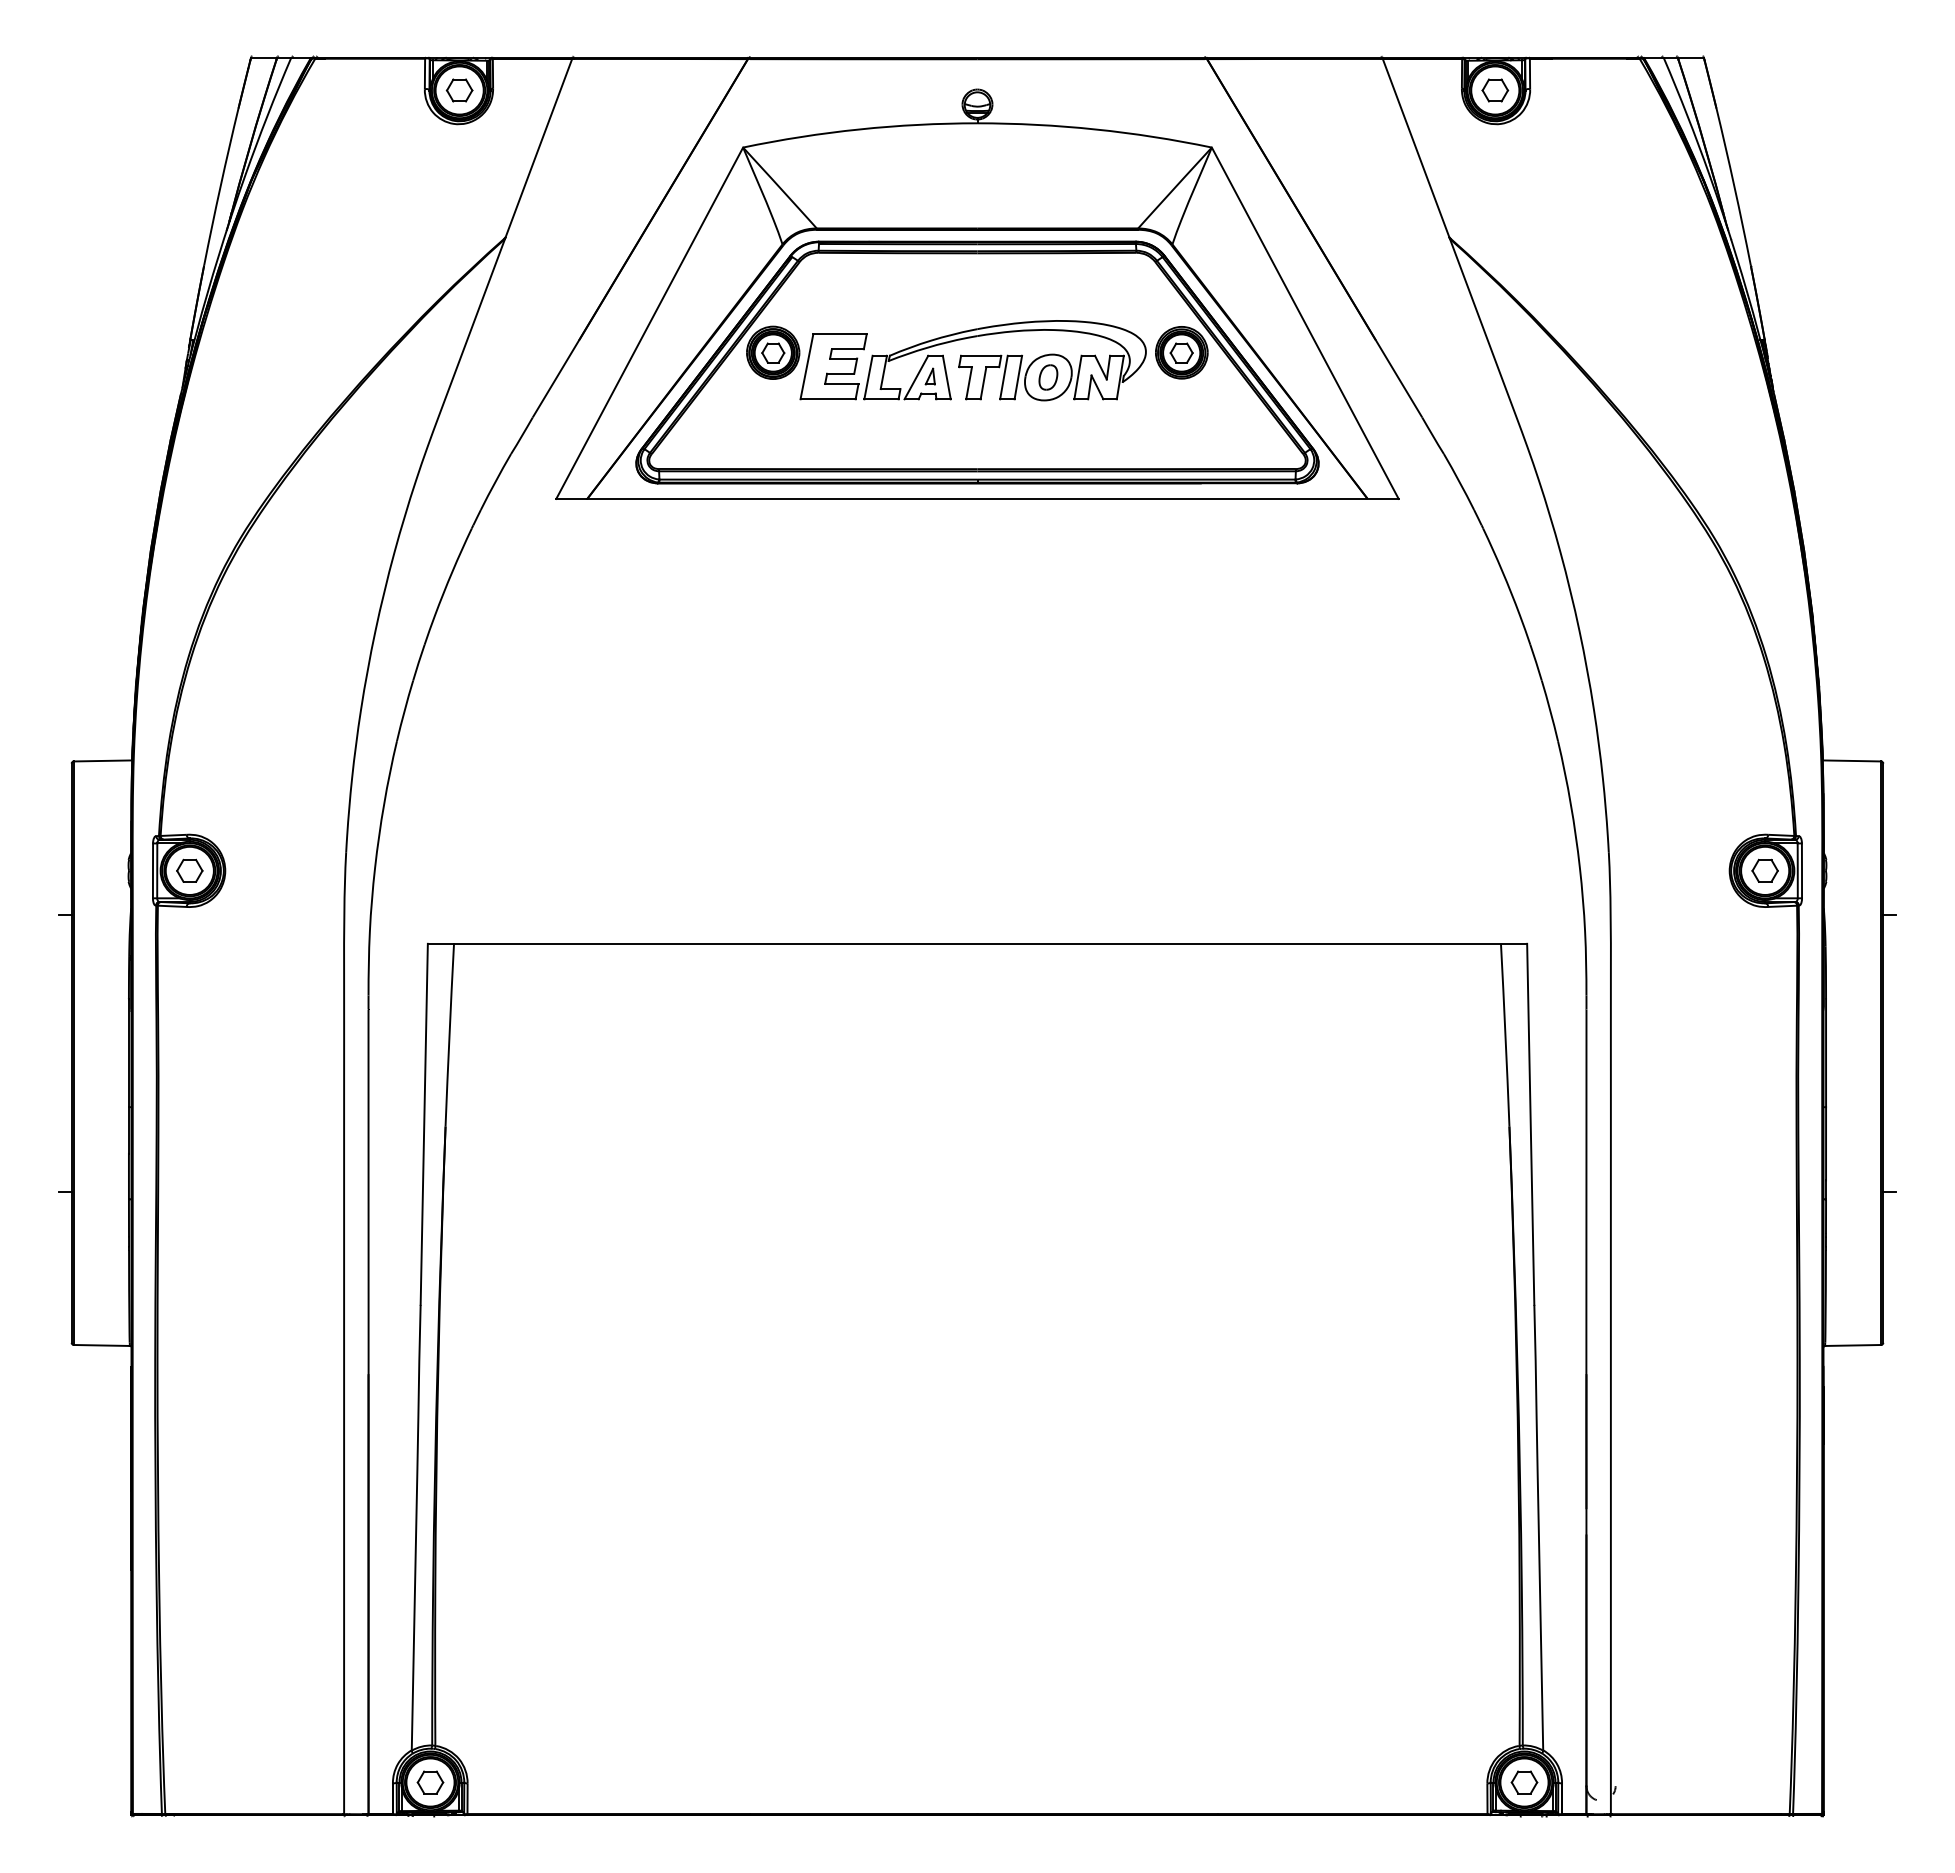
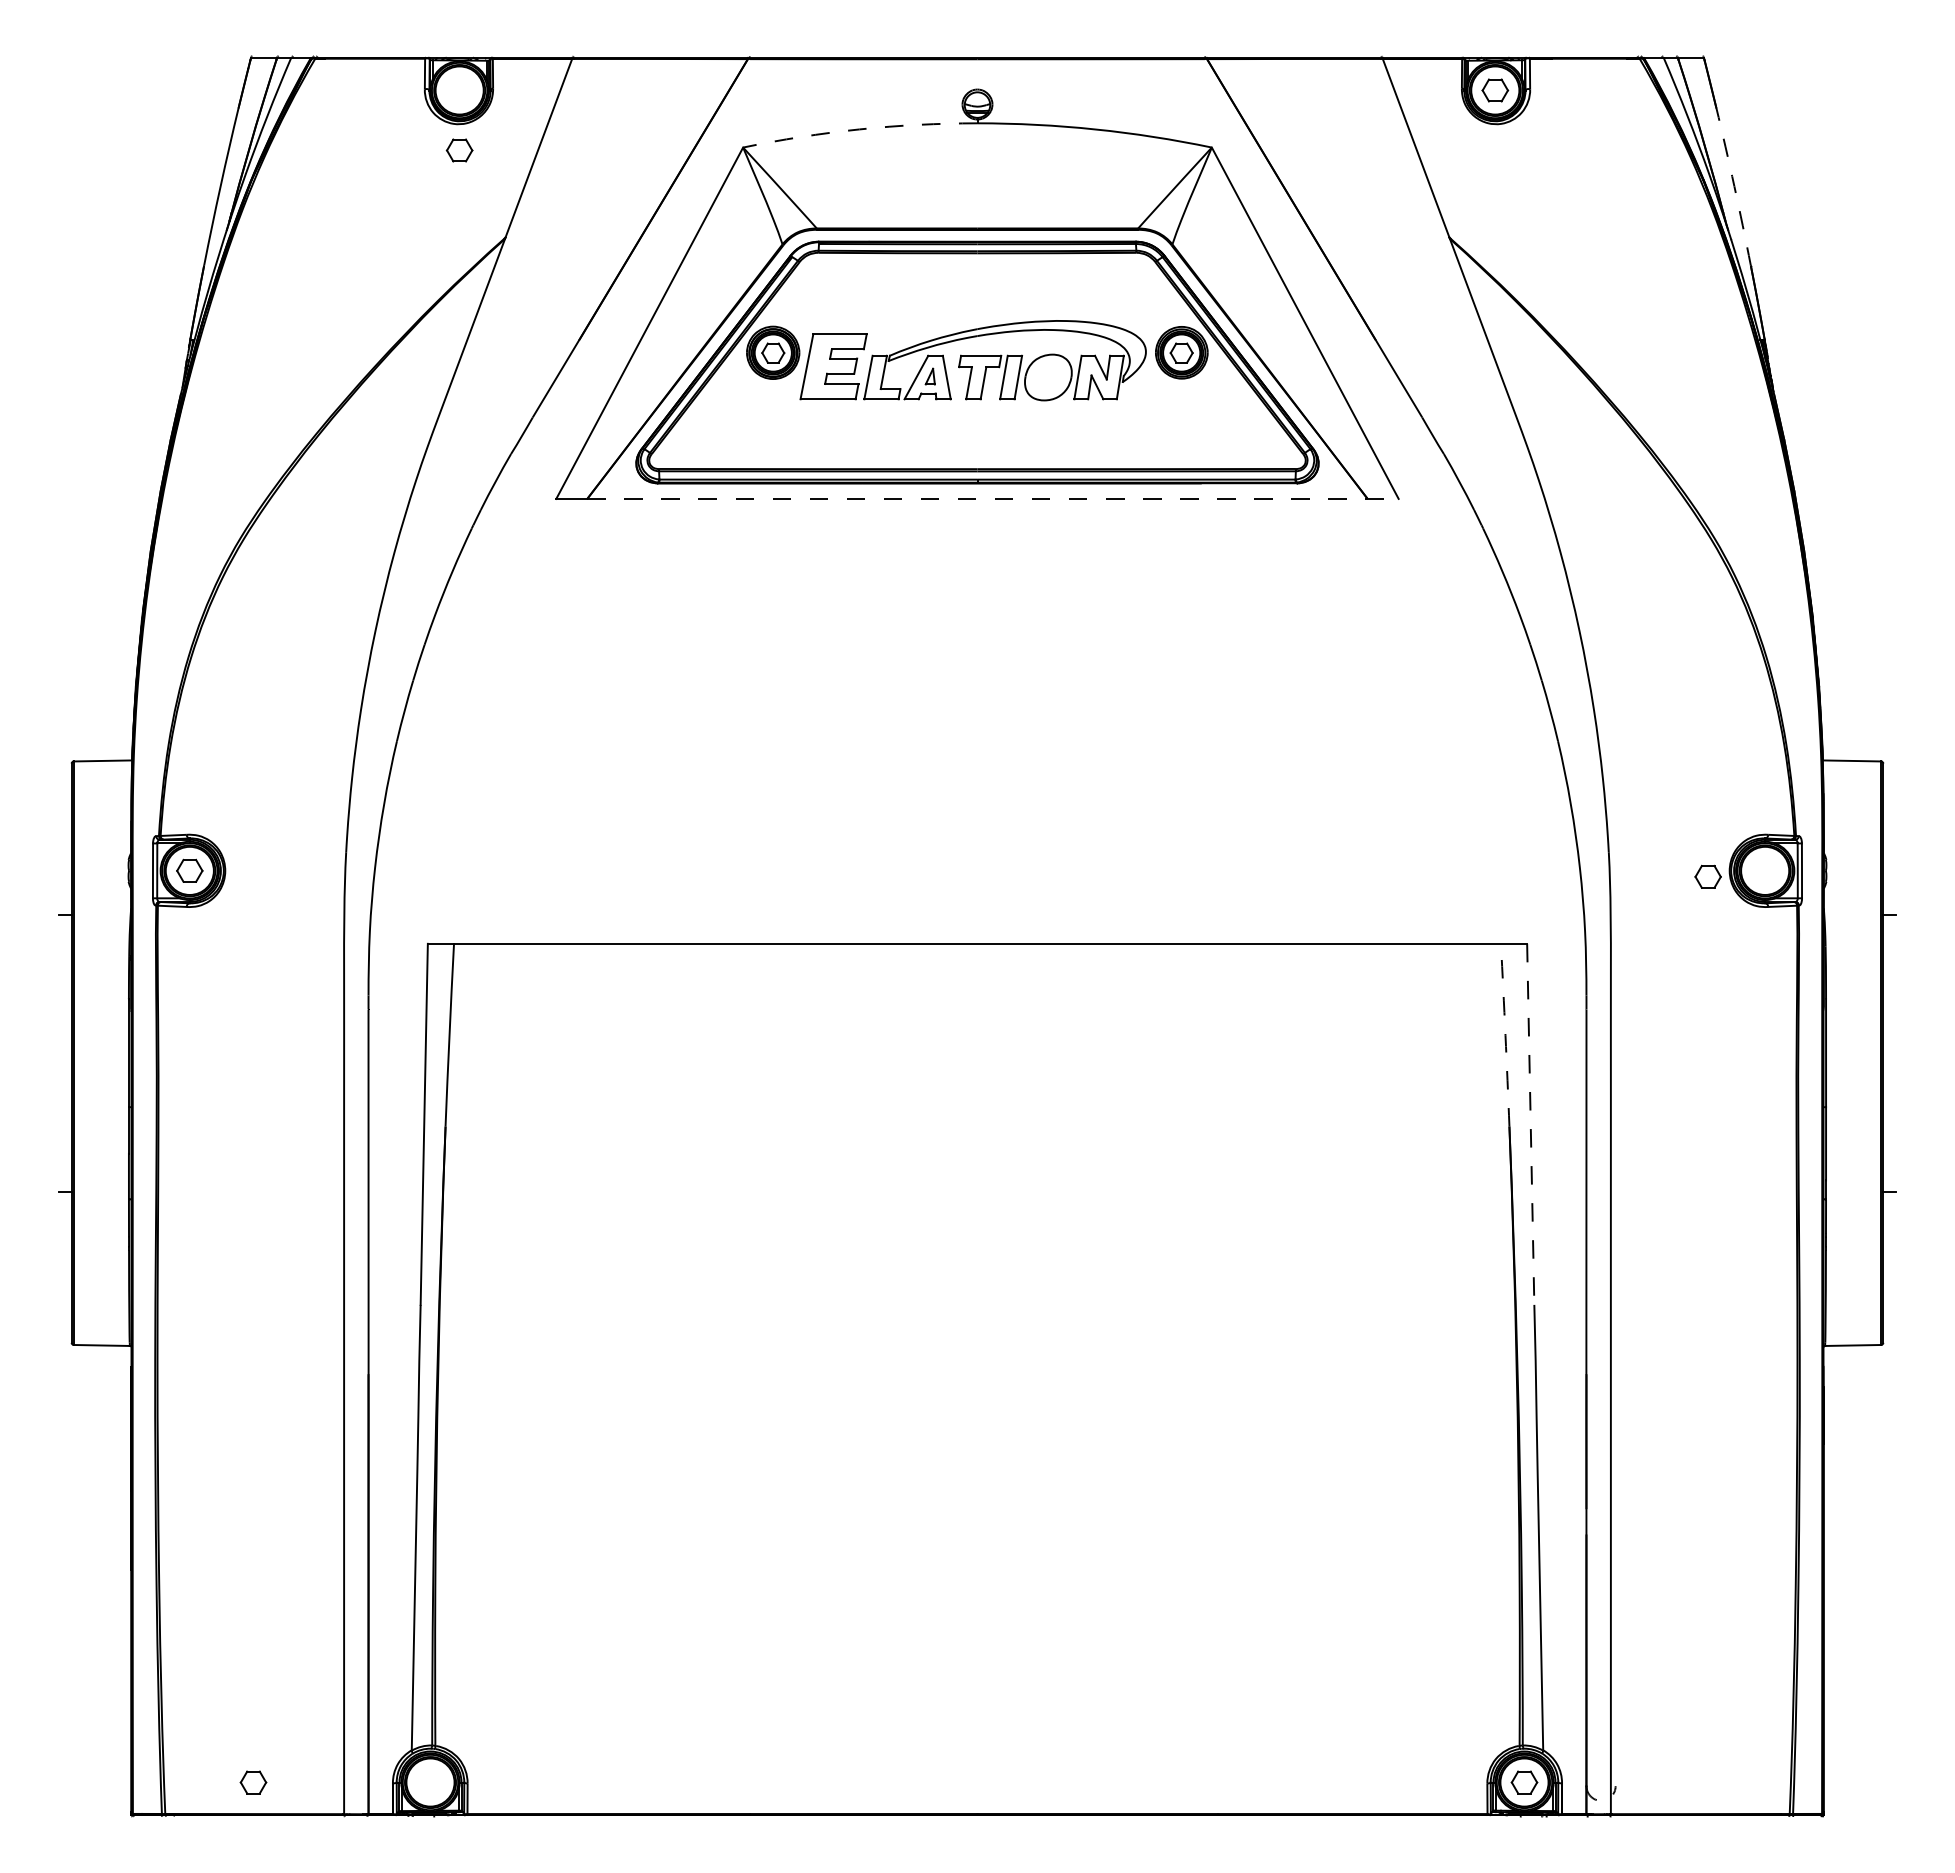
part at (459, 90) position: (459, 90) -> (459, 150)
arc at (859, 129): solid -> dashed
arc at (1734, 186): solid -> dashed
part at (1048, 377): present -> none
line at (992, 498): solid -> dashed
part at (1764, 870) position: (1764, 870) -> (1707, 876)
arc at (1505, 1035): solid -> dashed
line at (1530, 1124): solid -> dashed
part at (430, 1782) position: (430, 1782) -> (253, 1782)
